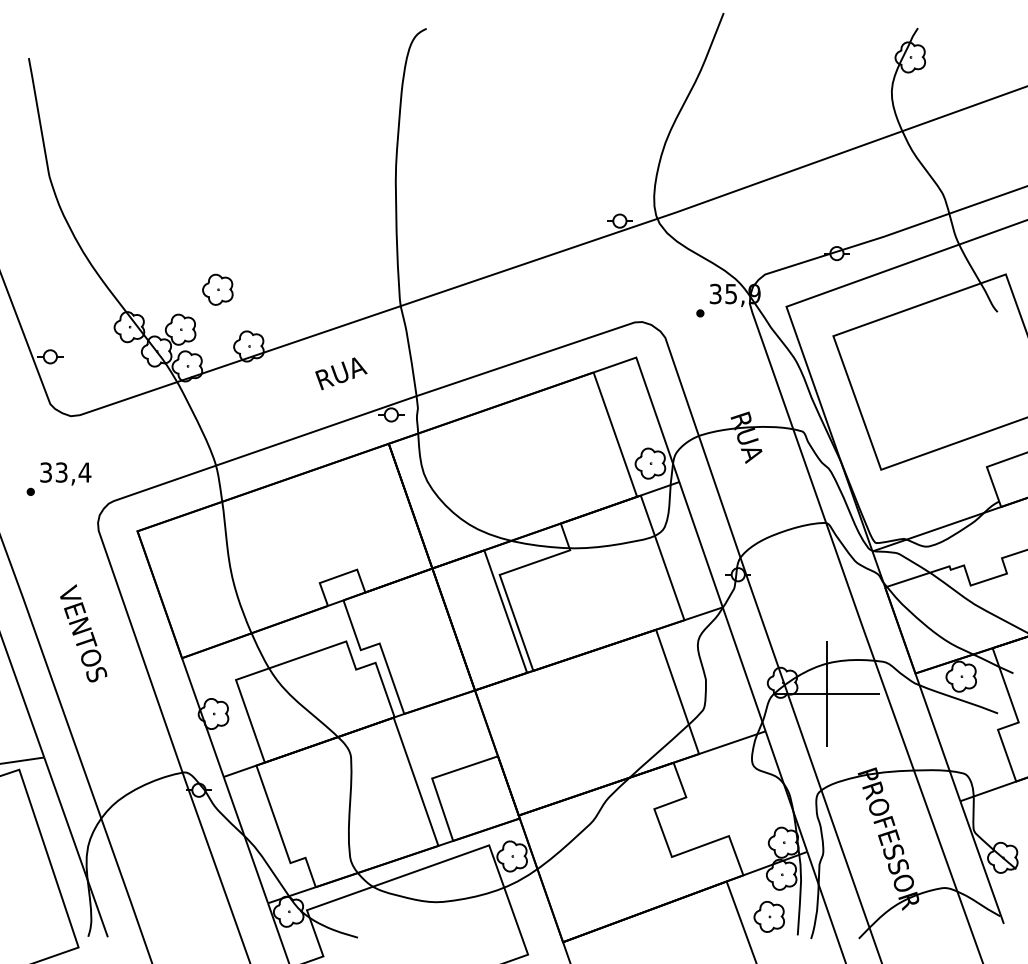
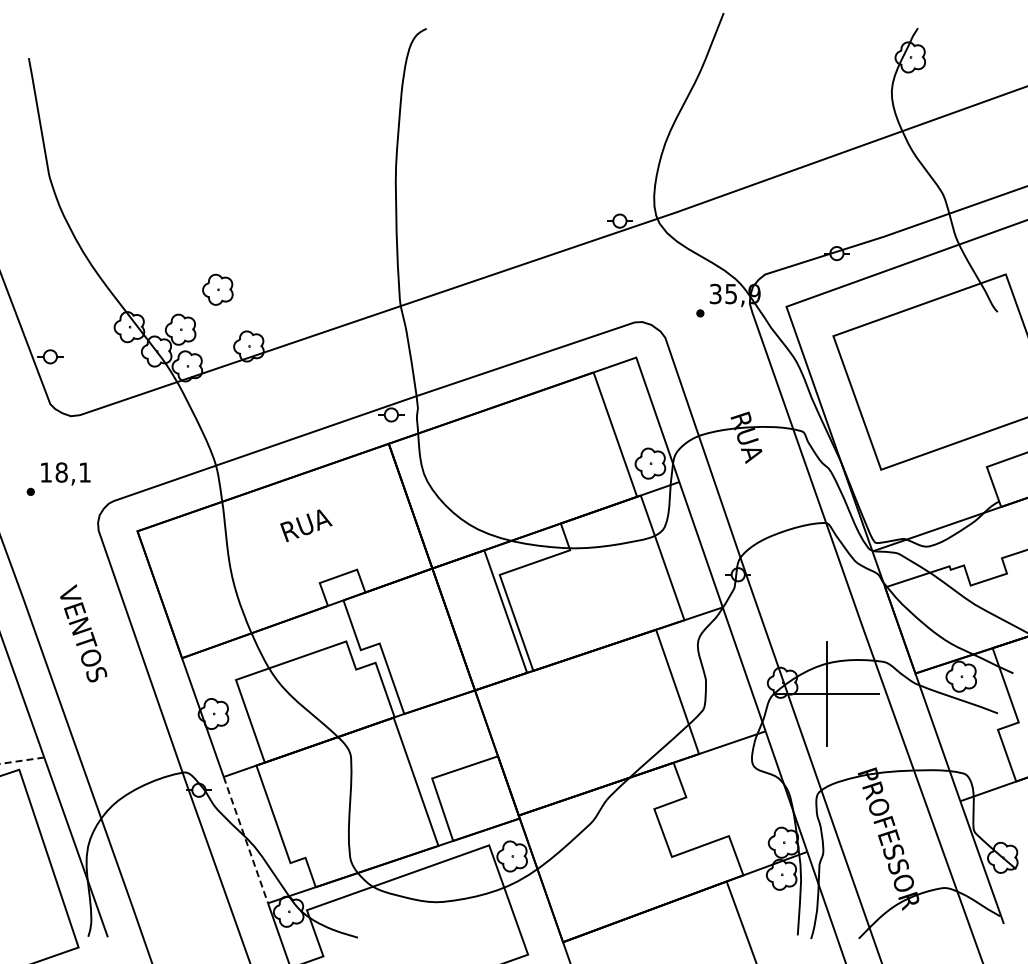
text at (341, 373) position: (341, 373) -> (306, 525)
text at (65, 472): 33,4 -> 18,1
line at (22, 760): solid -> dashed
line at (245, 840): solid -> dashed
part at (768, 916): present -> none
